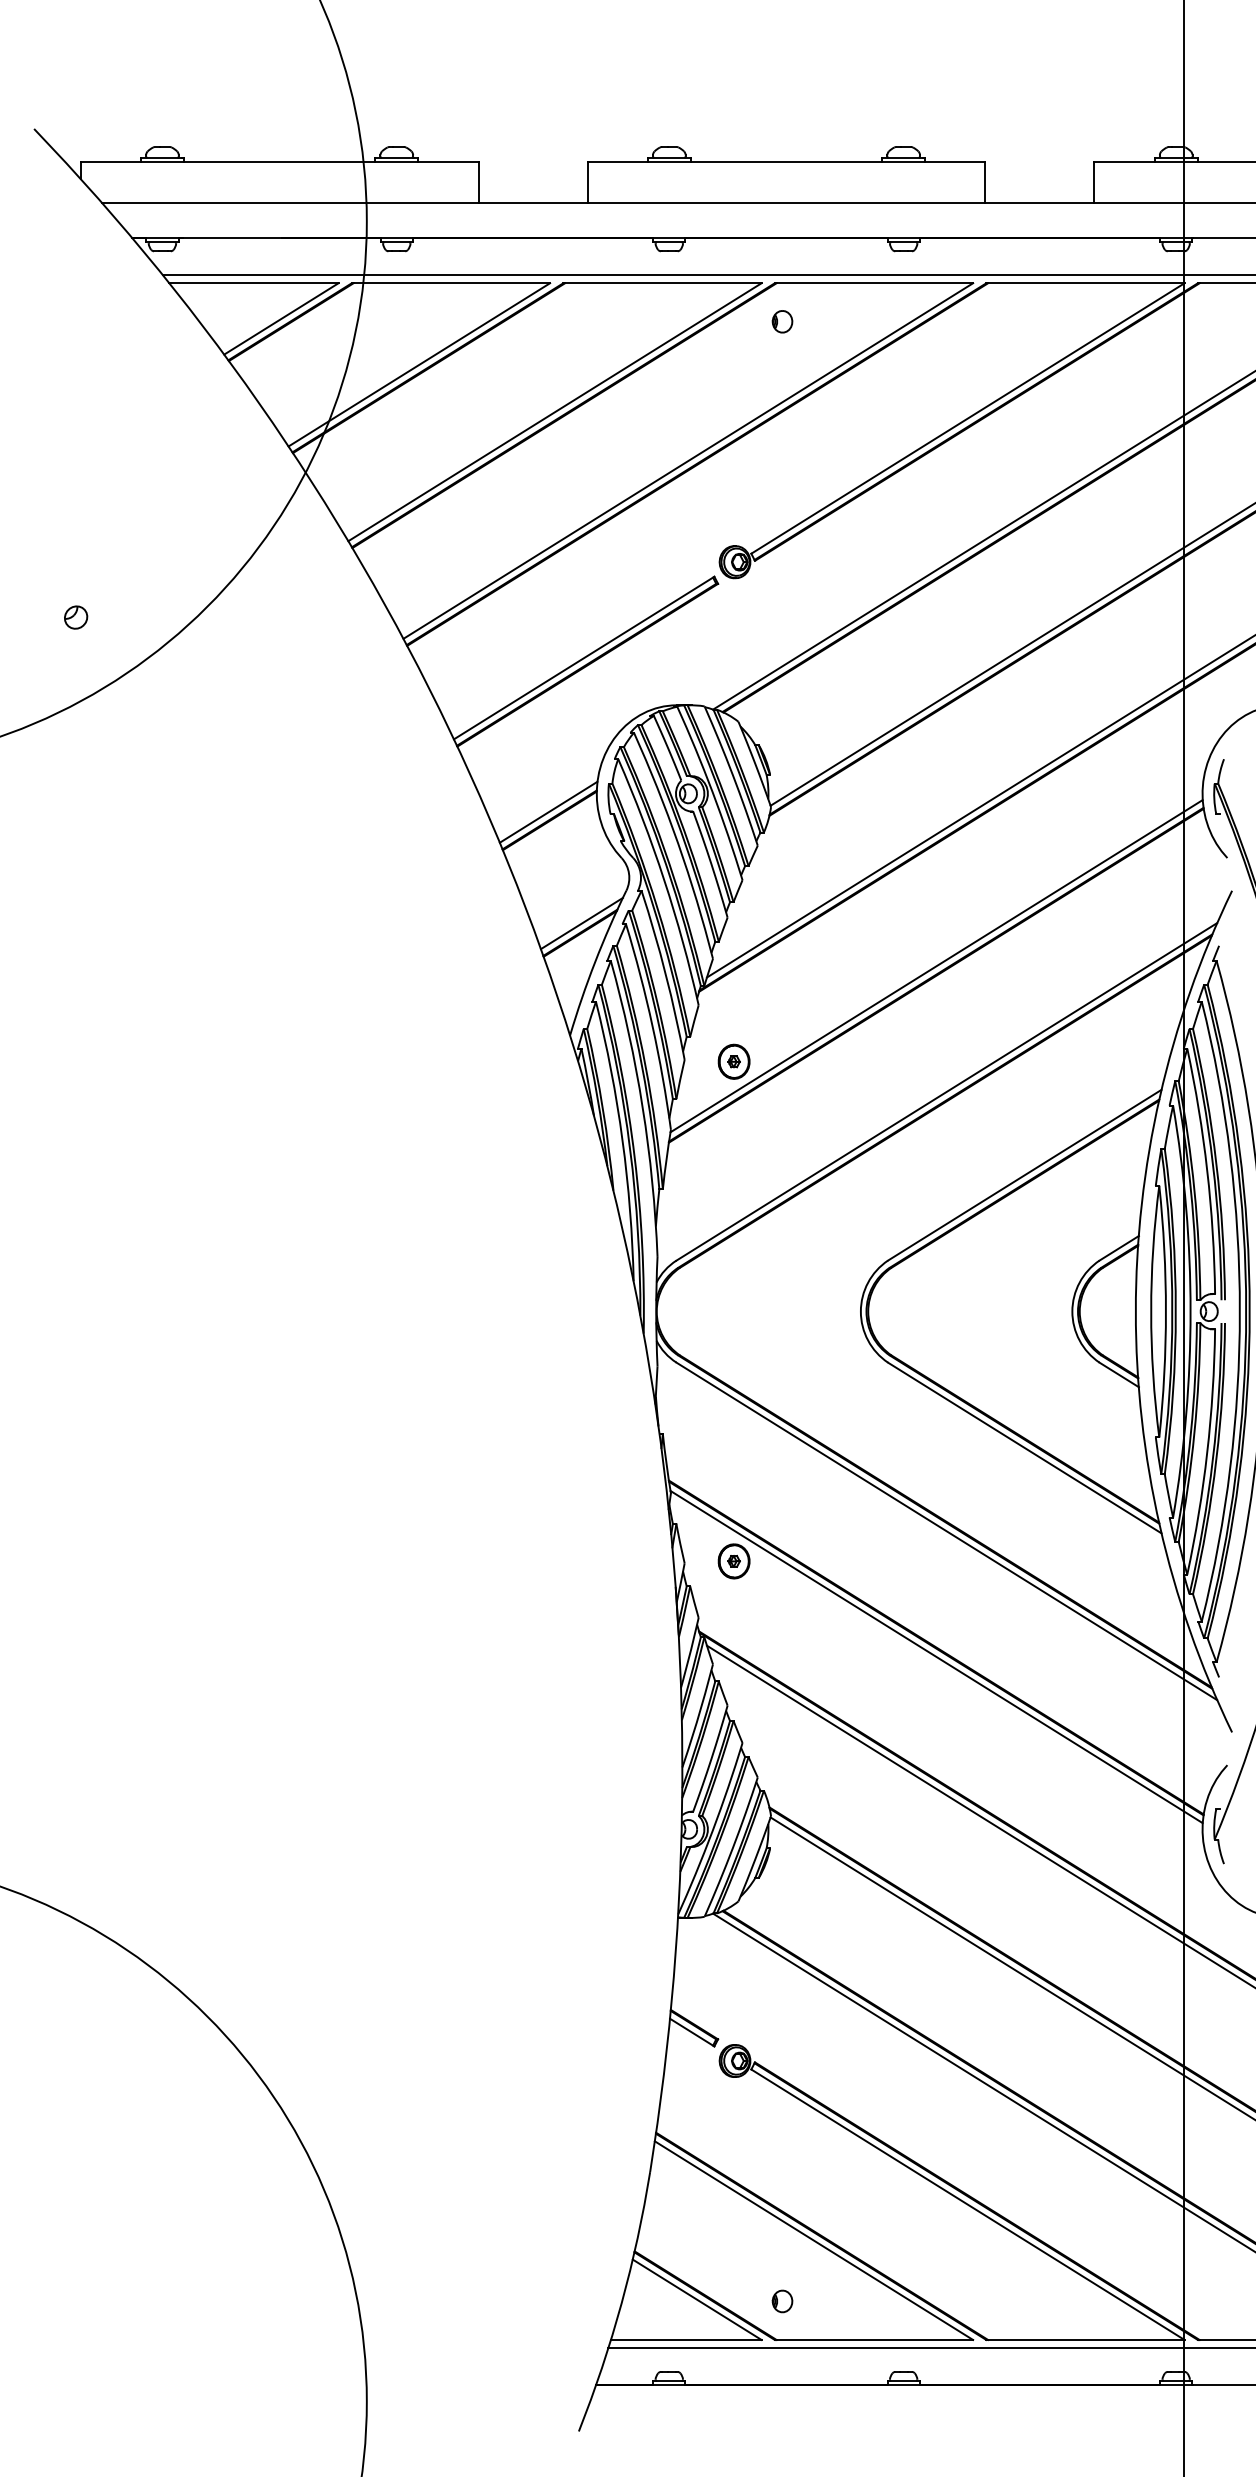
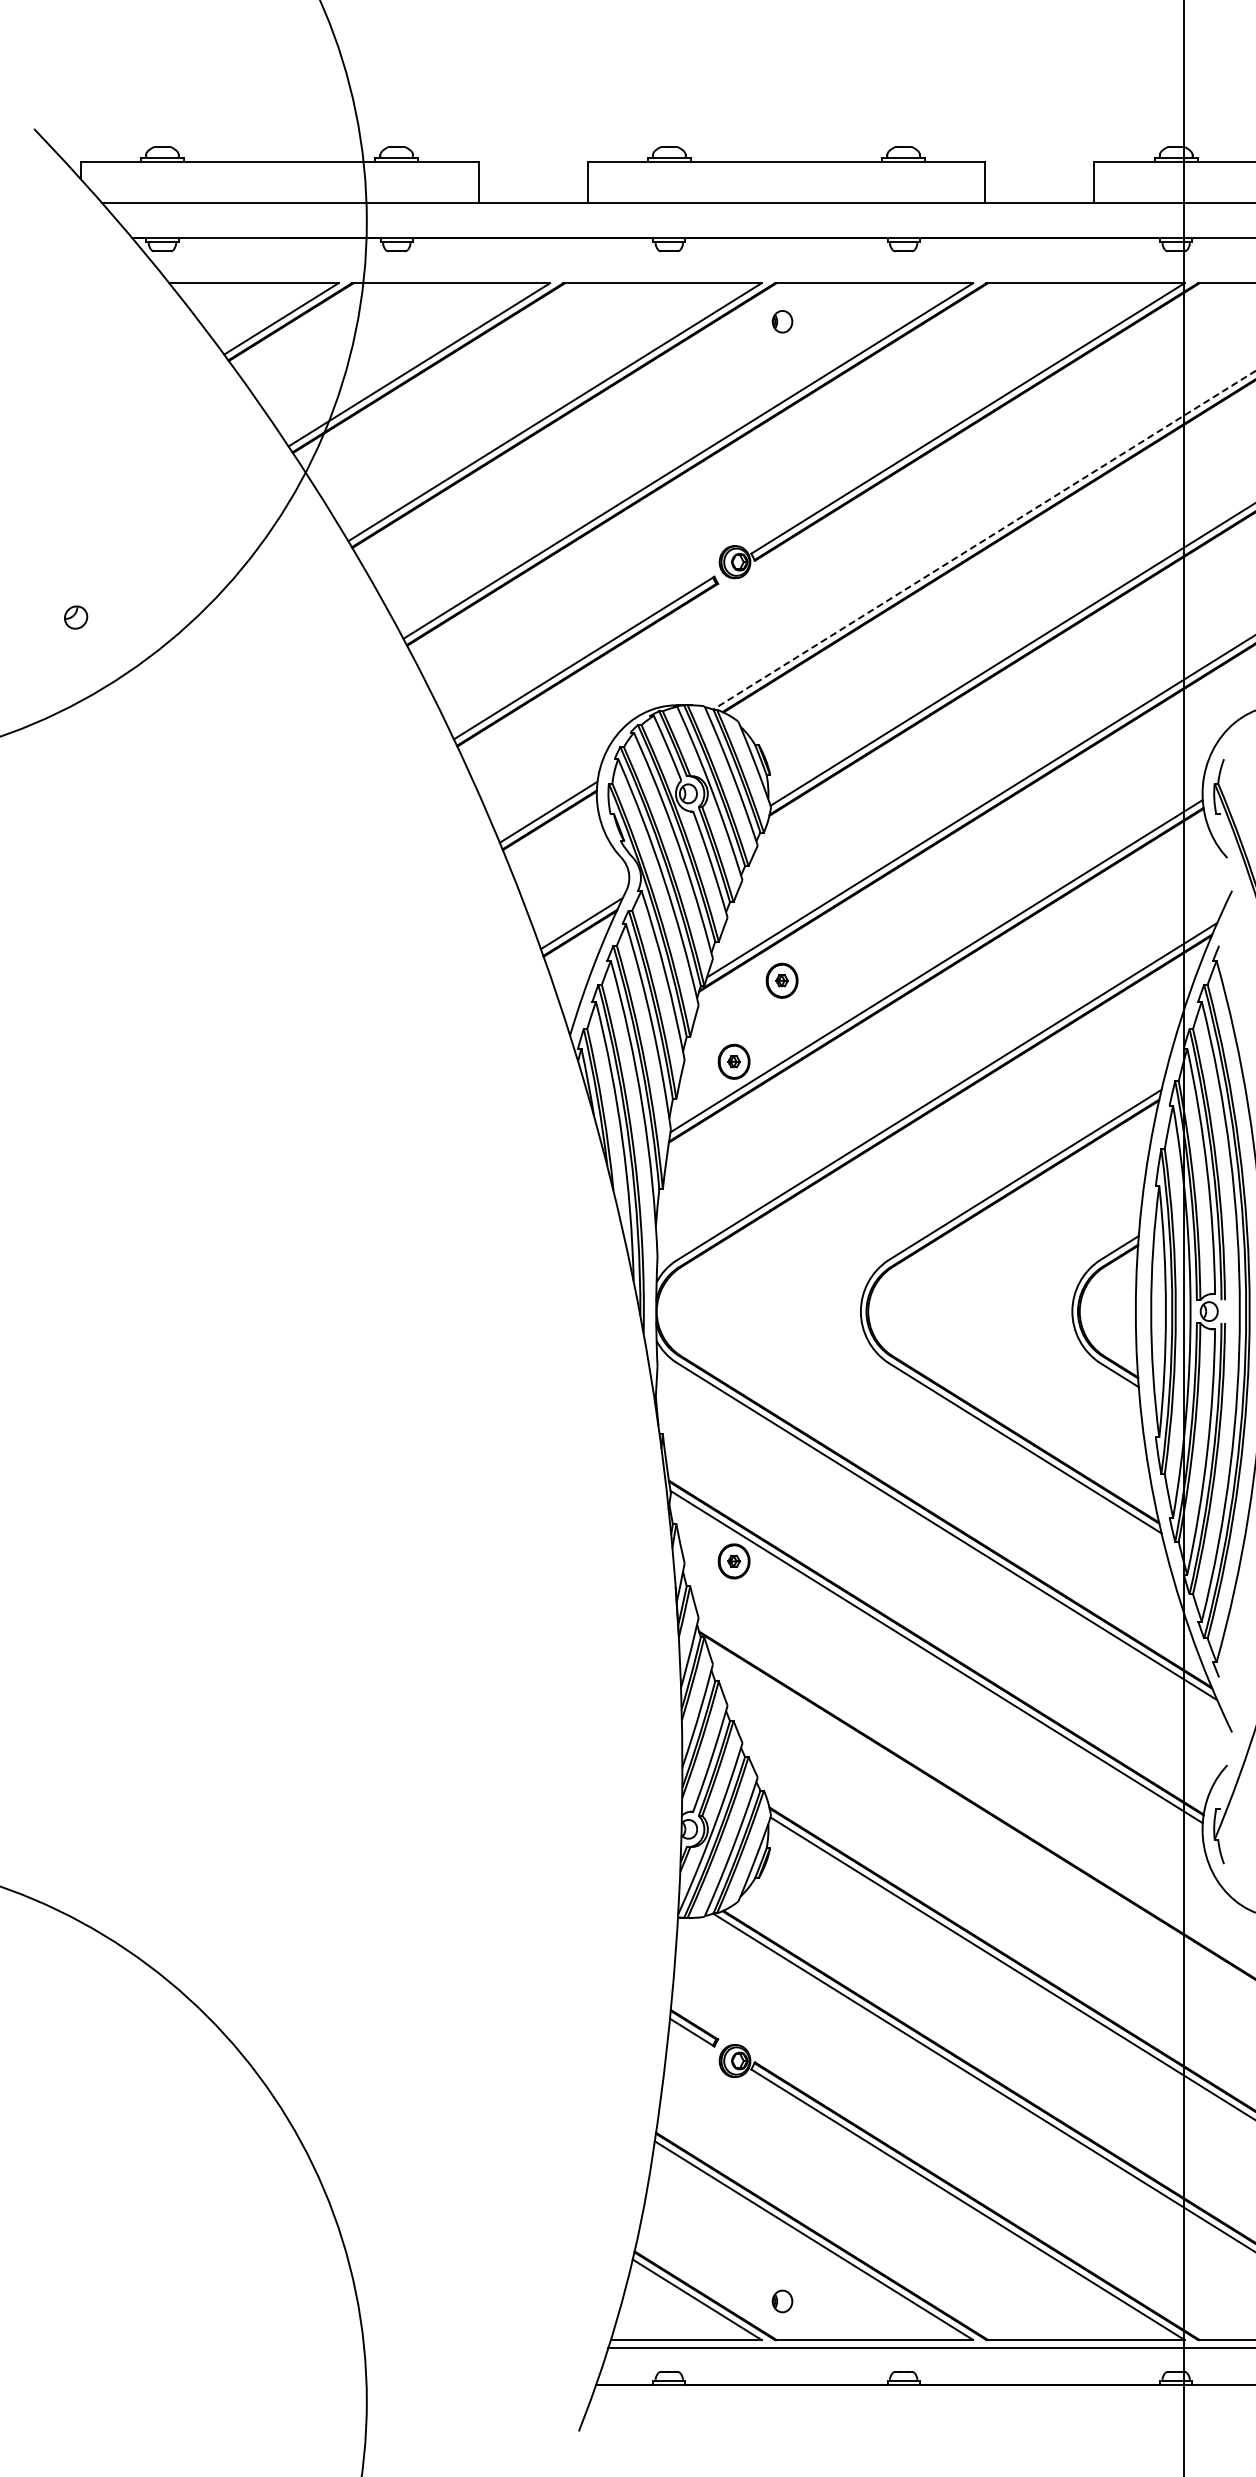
line at (707, 275): present -> none
line at (984, 540): solid -> dashed
part at (781, 980): none -> present
line at (979, 1815): present -> none
